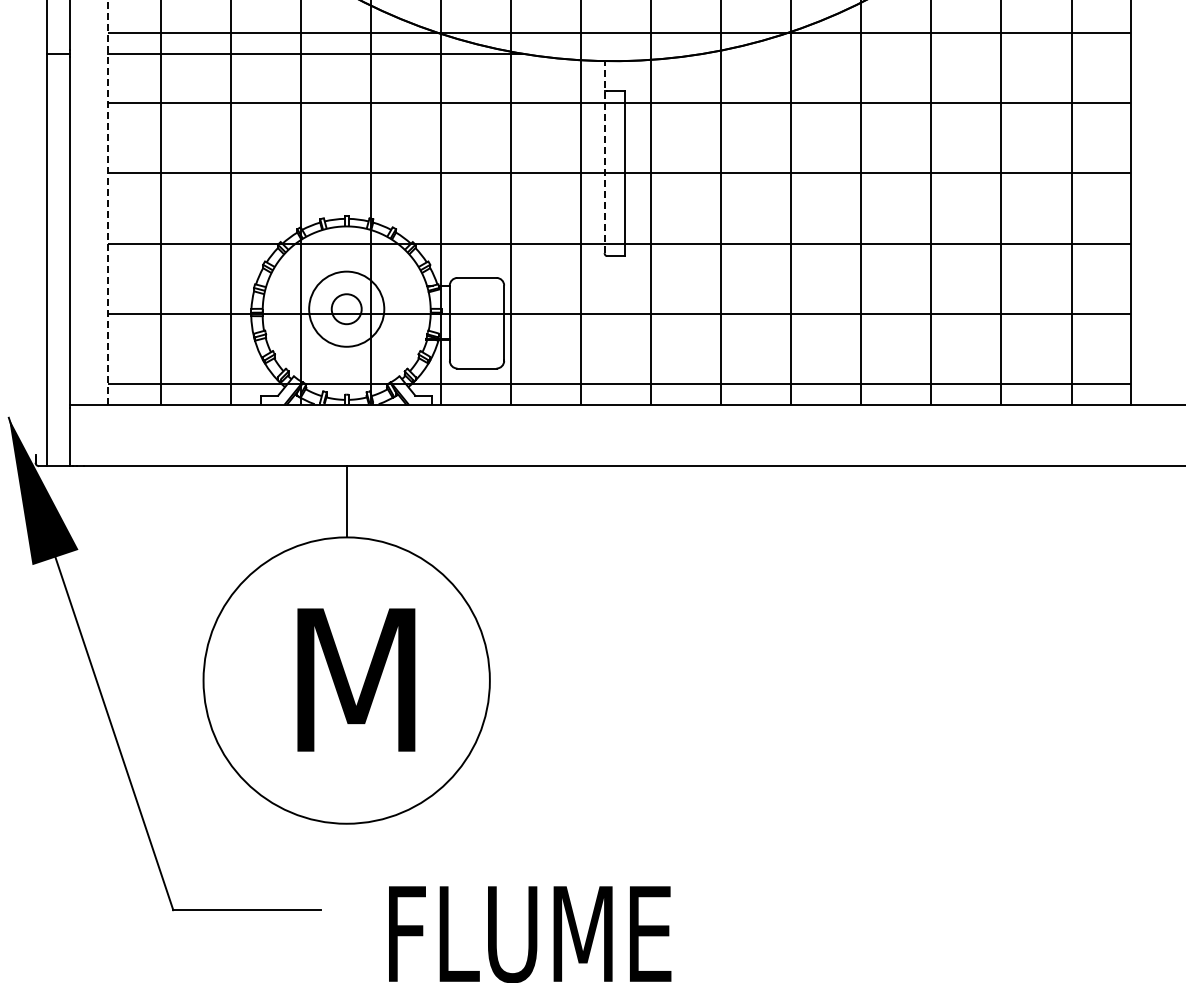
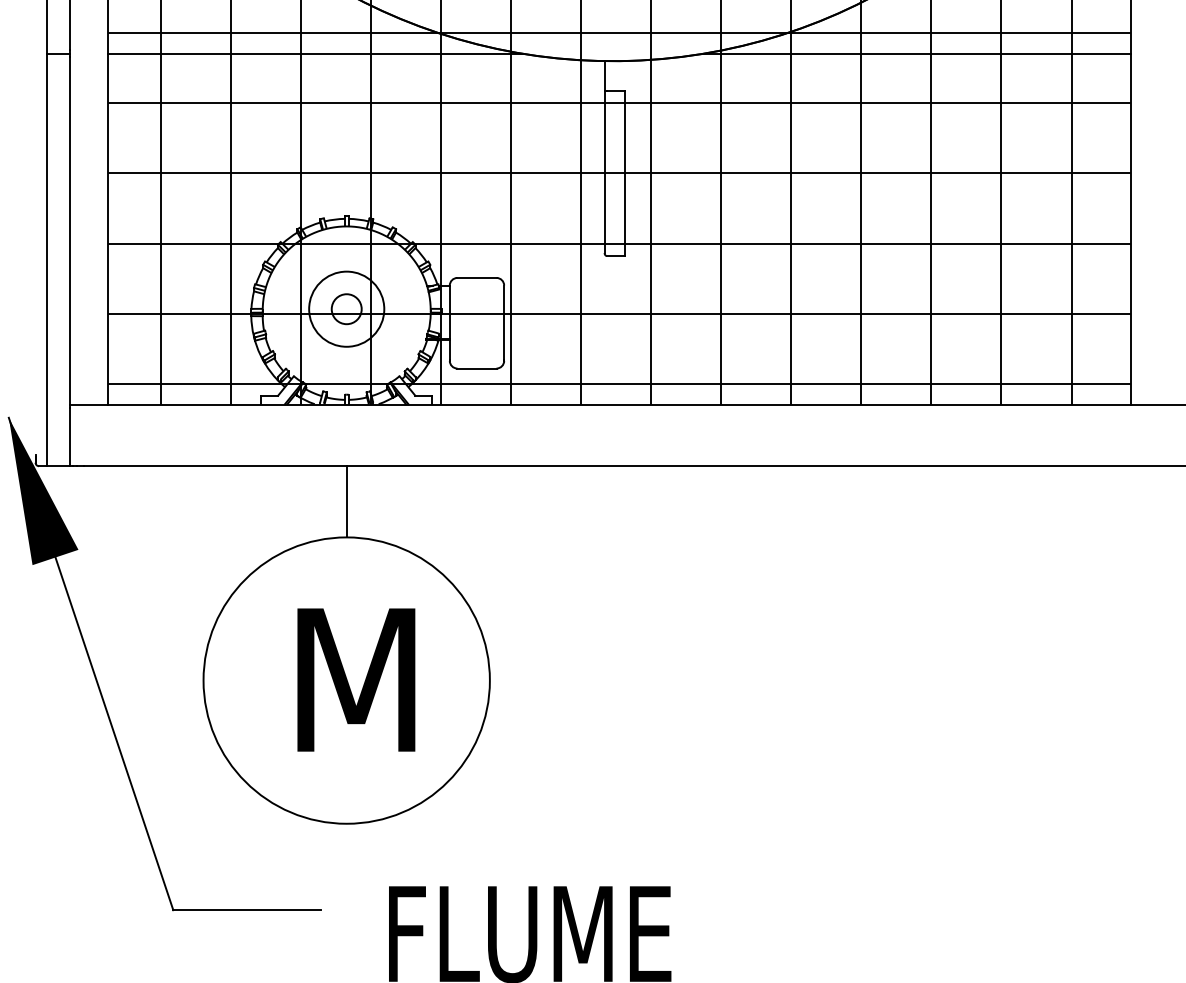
line at (916, 53): none -> present
line at (604, 156): dashed -> solid
line at (108, 202): dashed -> solid
